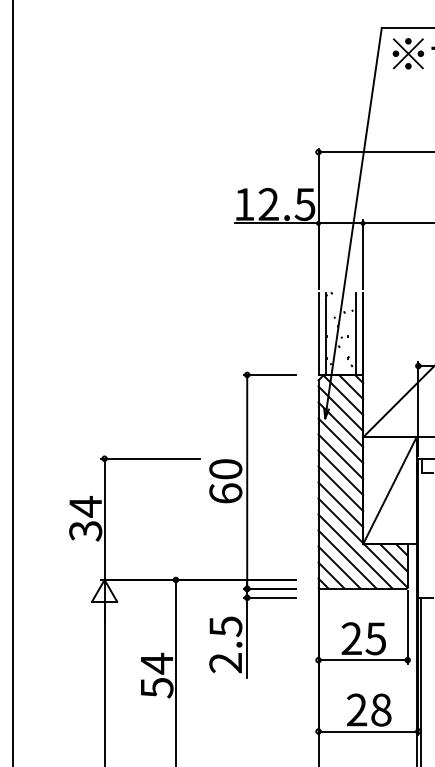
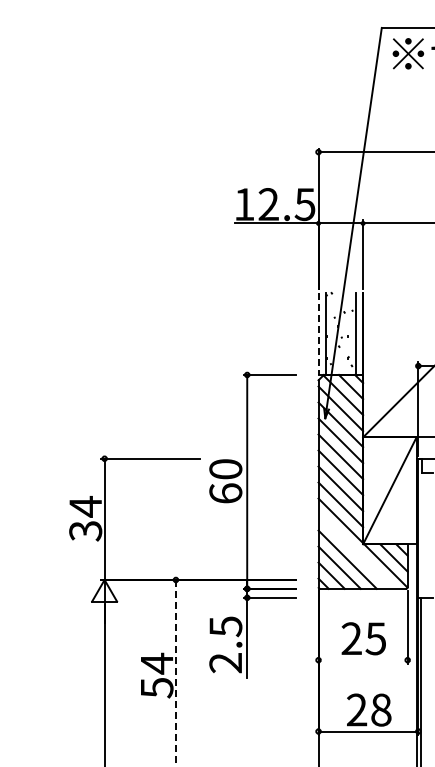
line at (318, 334): solid -> dashed
line at (13, 382): present -> none
line at (355, 551): present -> none
line at (362, 660): present -> none
line at (175, 673): solid -> dashed
